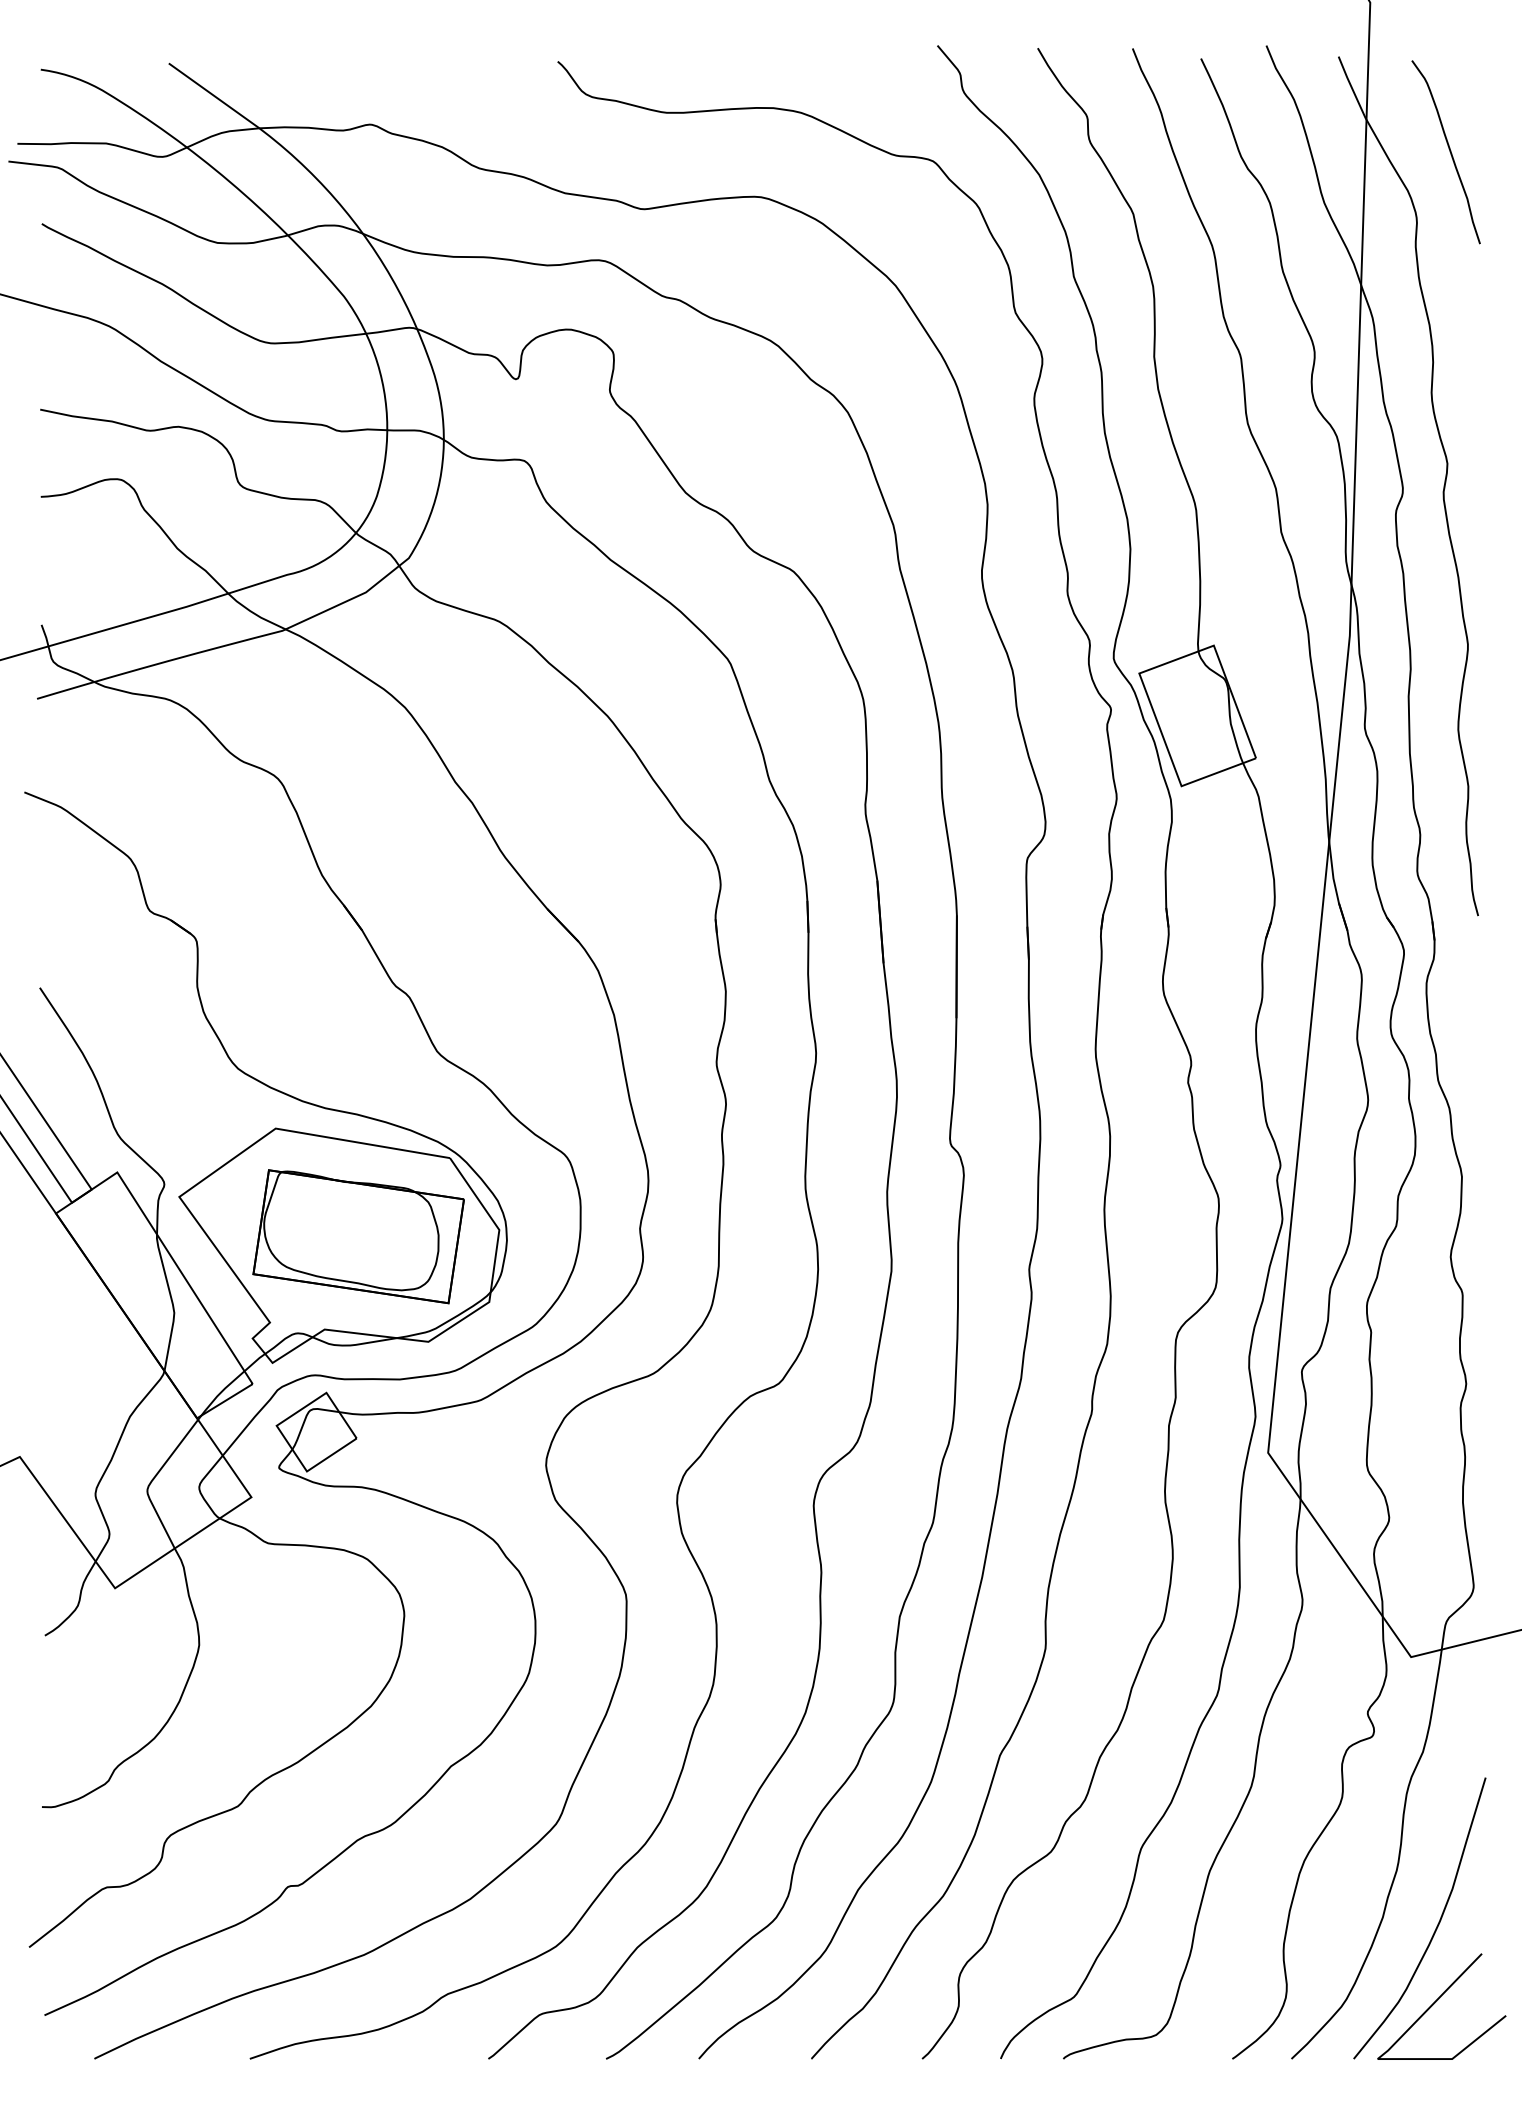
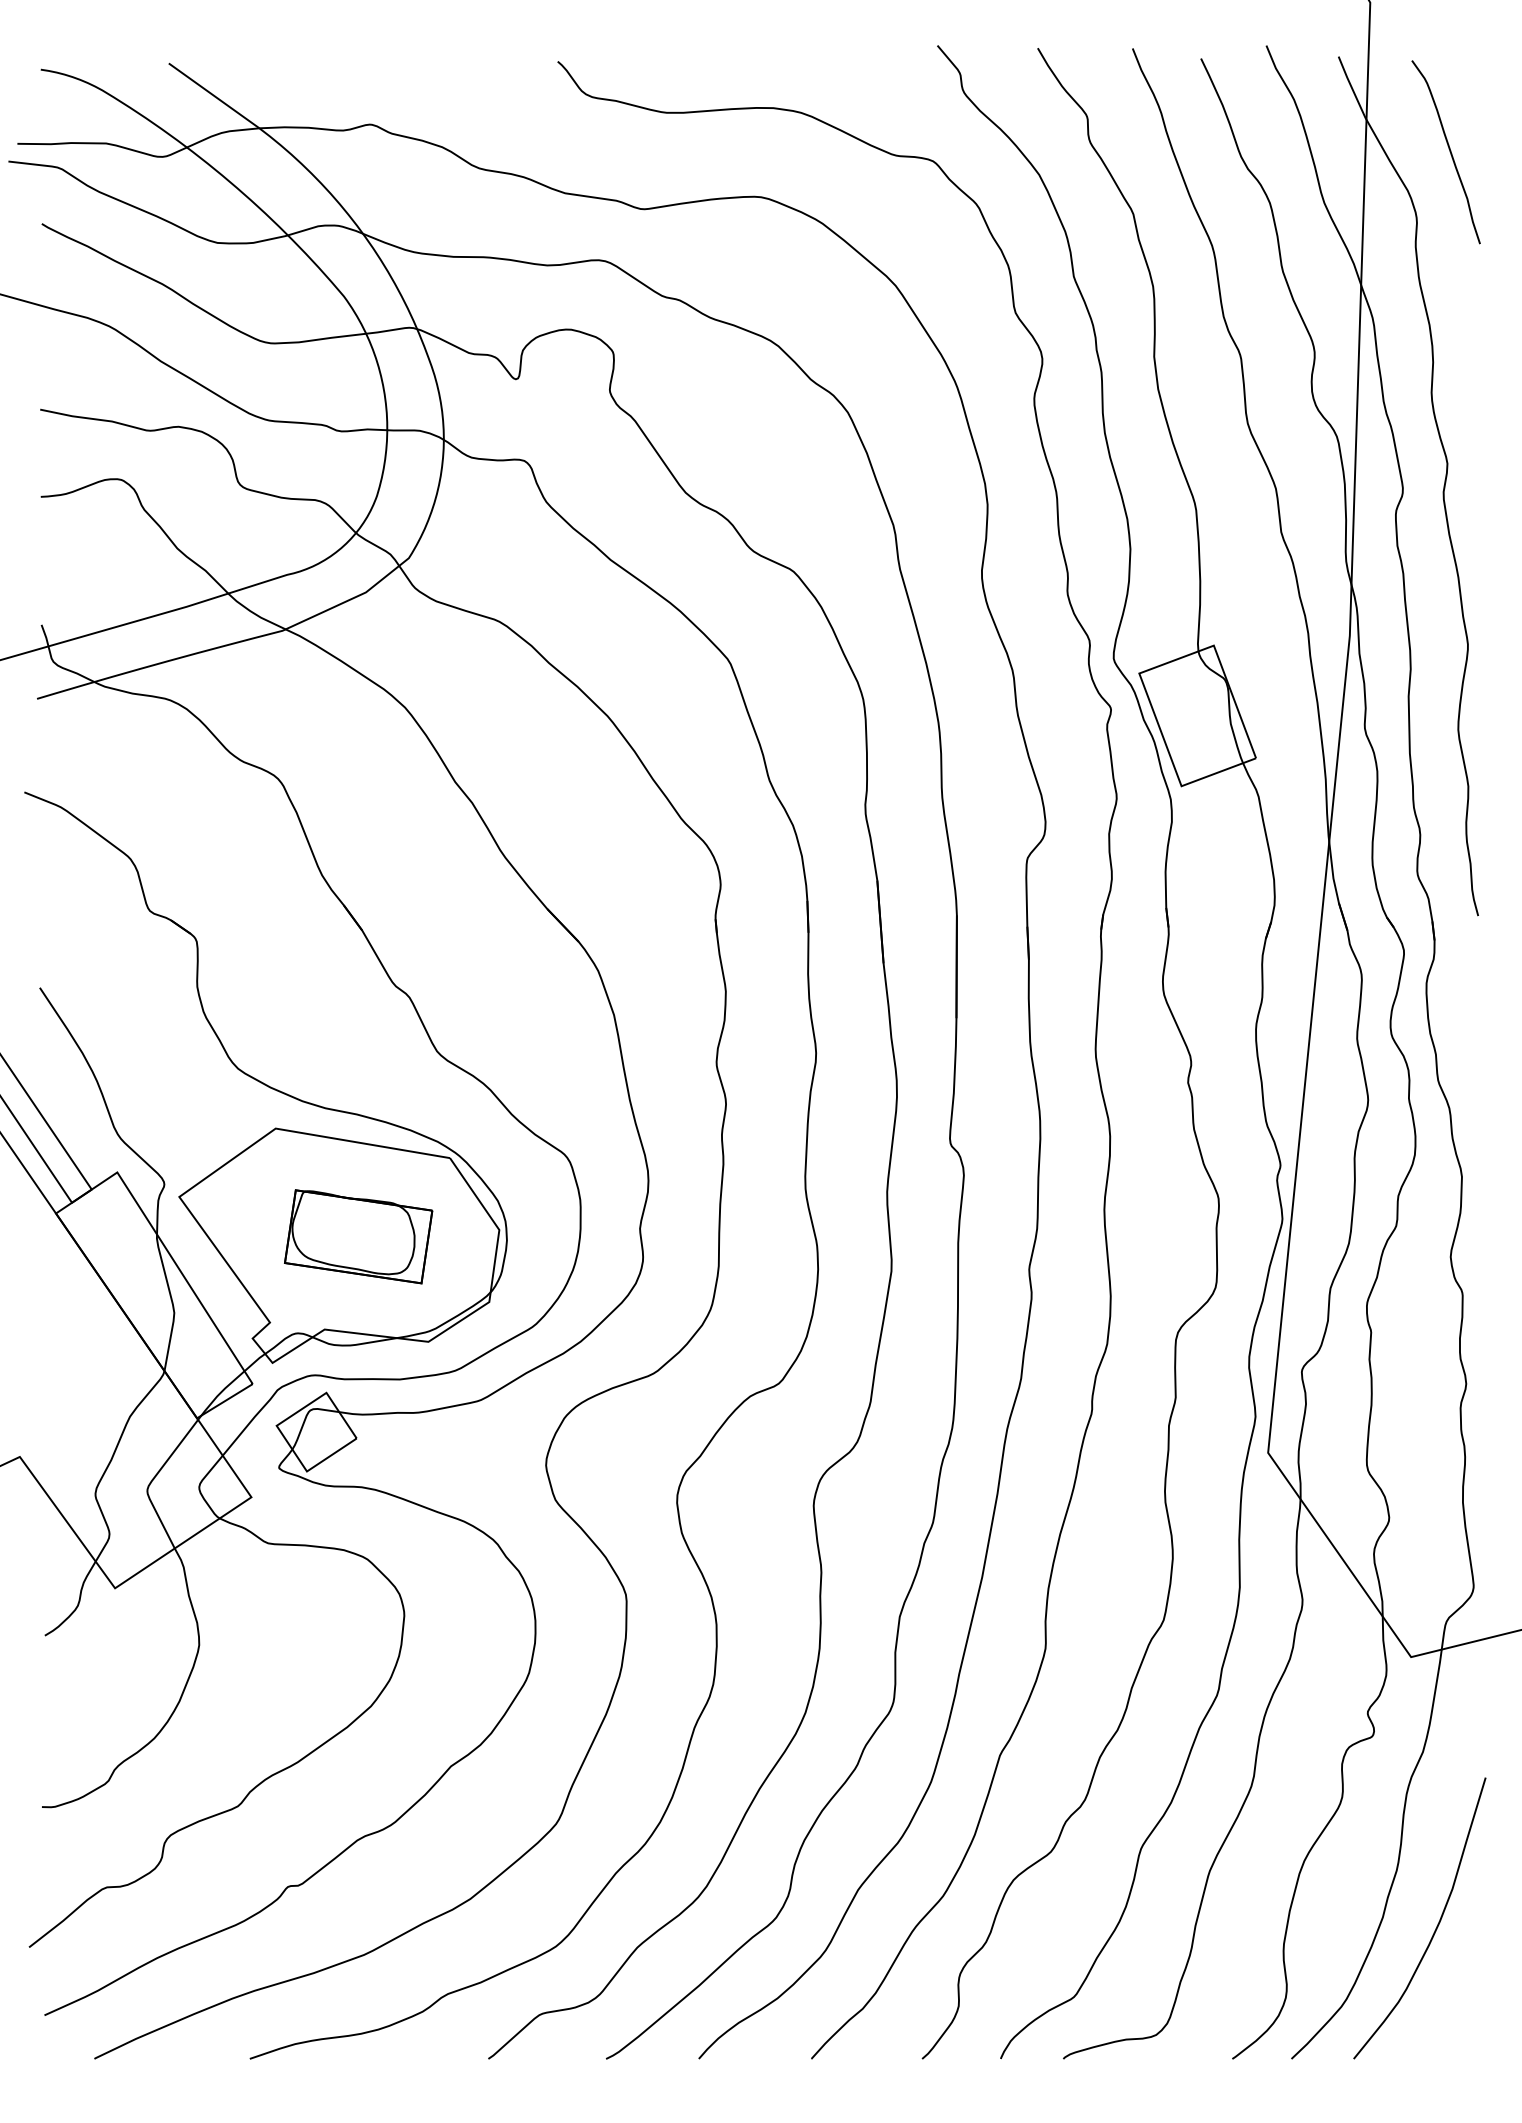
part at (358, 1236) size: 213x136 px -> 150x96 px
curve at (1437, 2001): present -> none
